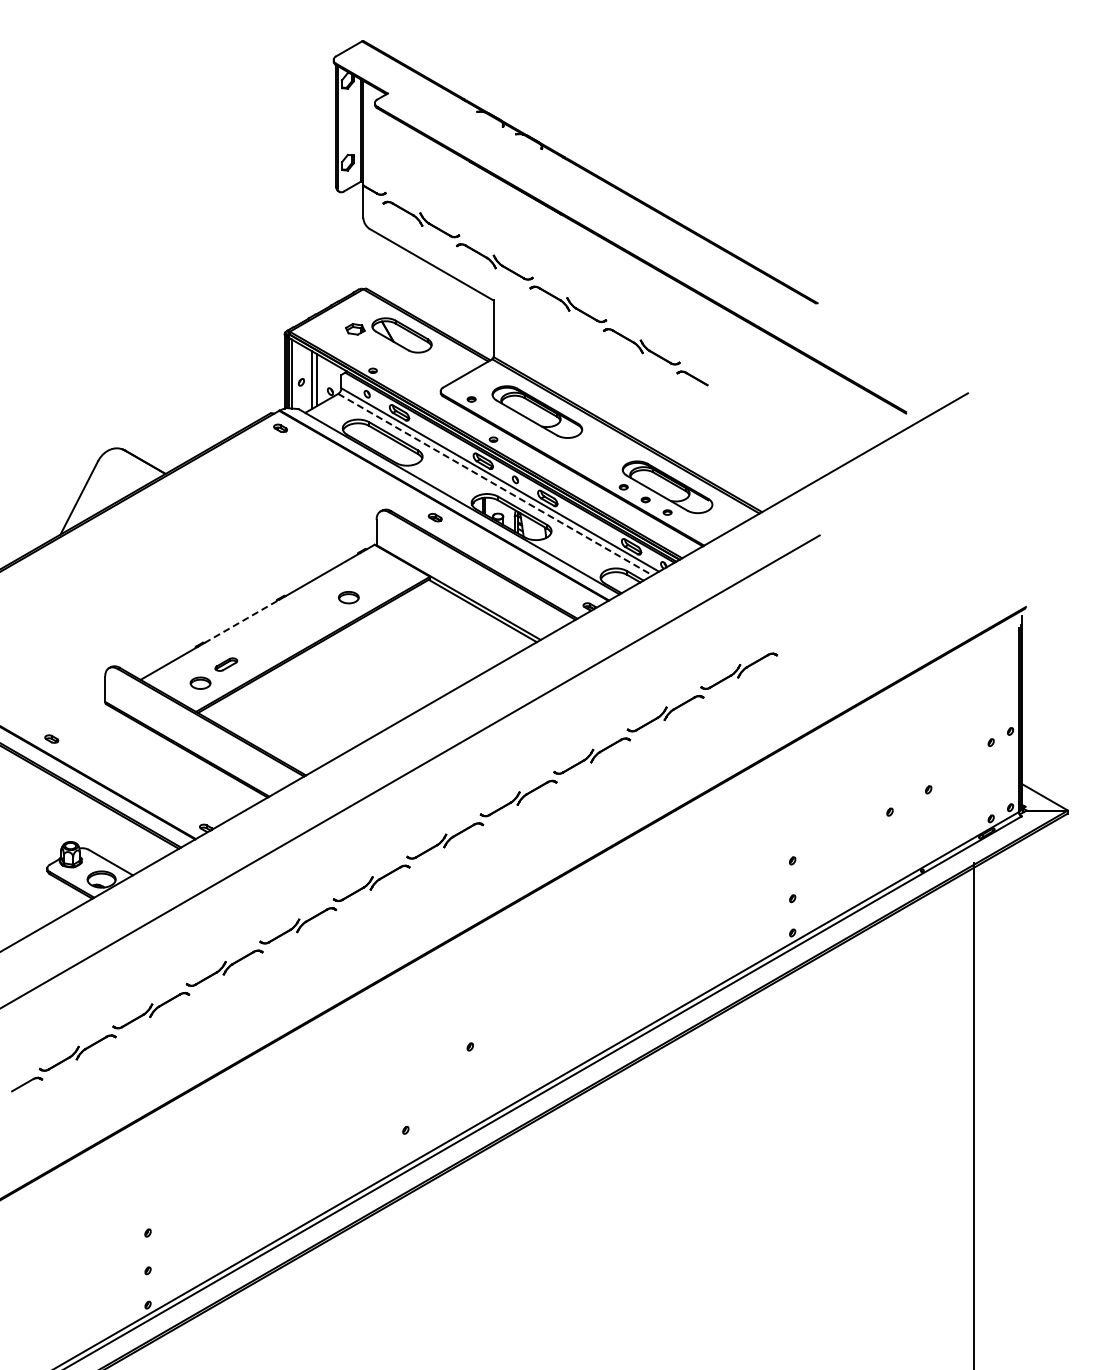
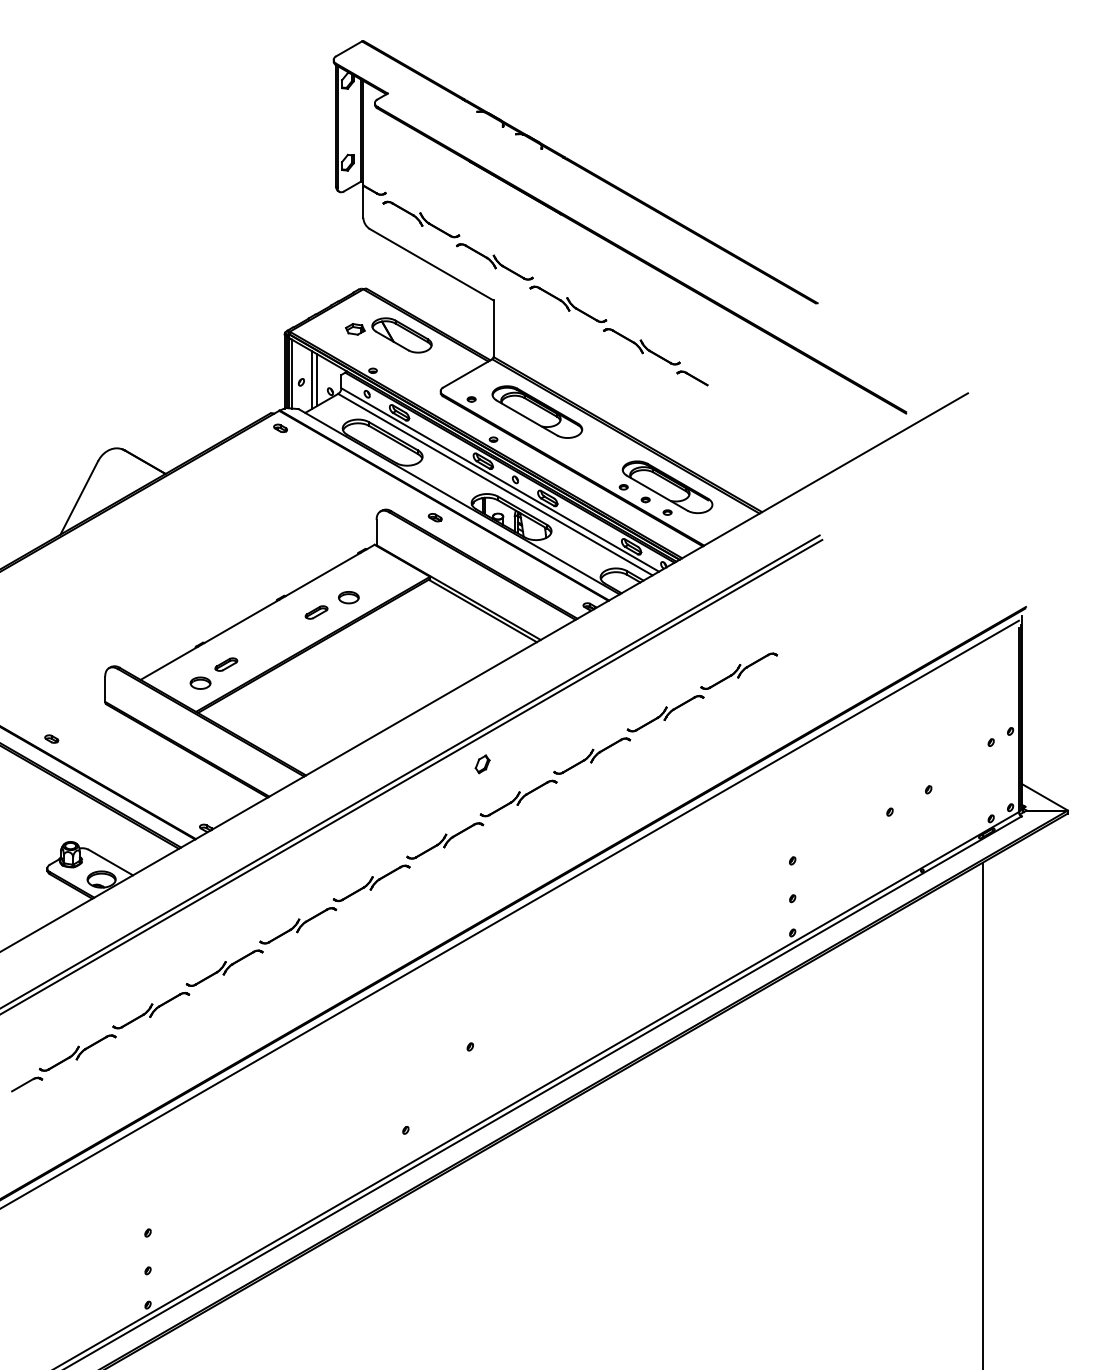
line at (495, 484): dashed -> solid
part at (316, 612): none -> present
line at (242, 621): dashed -> solid
part at (482, 764): none -> present
line at (412, 776): none -> present
line at (510, 913): none -> present
line at (973, 1114) position: (973, 1114) -> (982, 1114)
